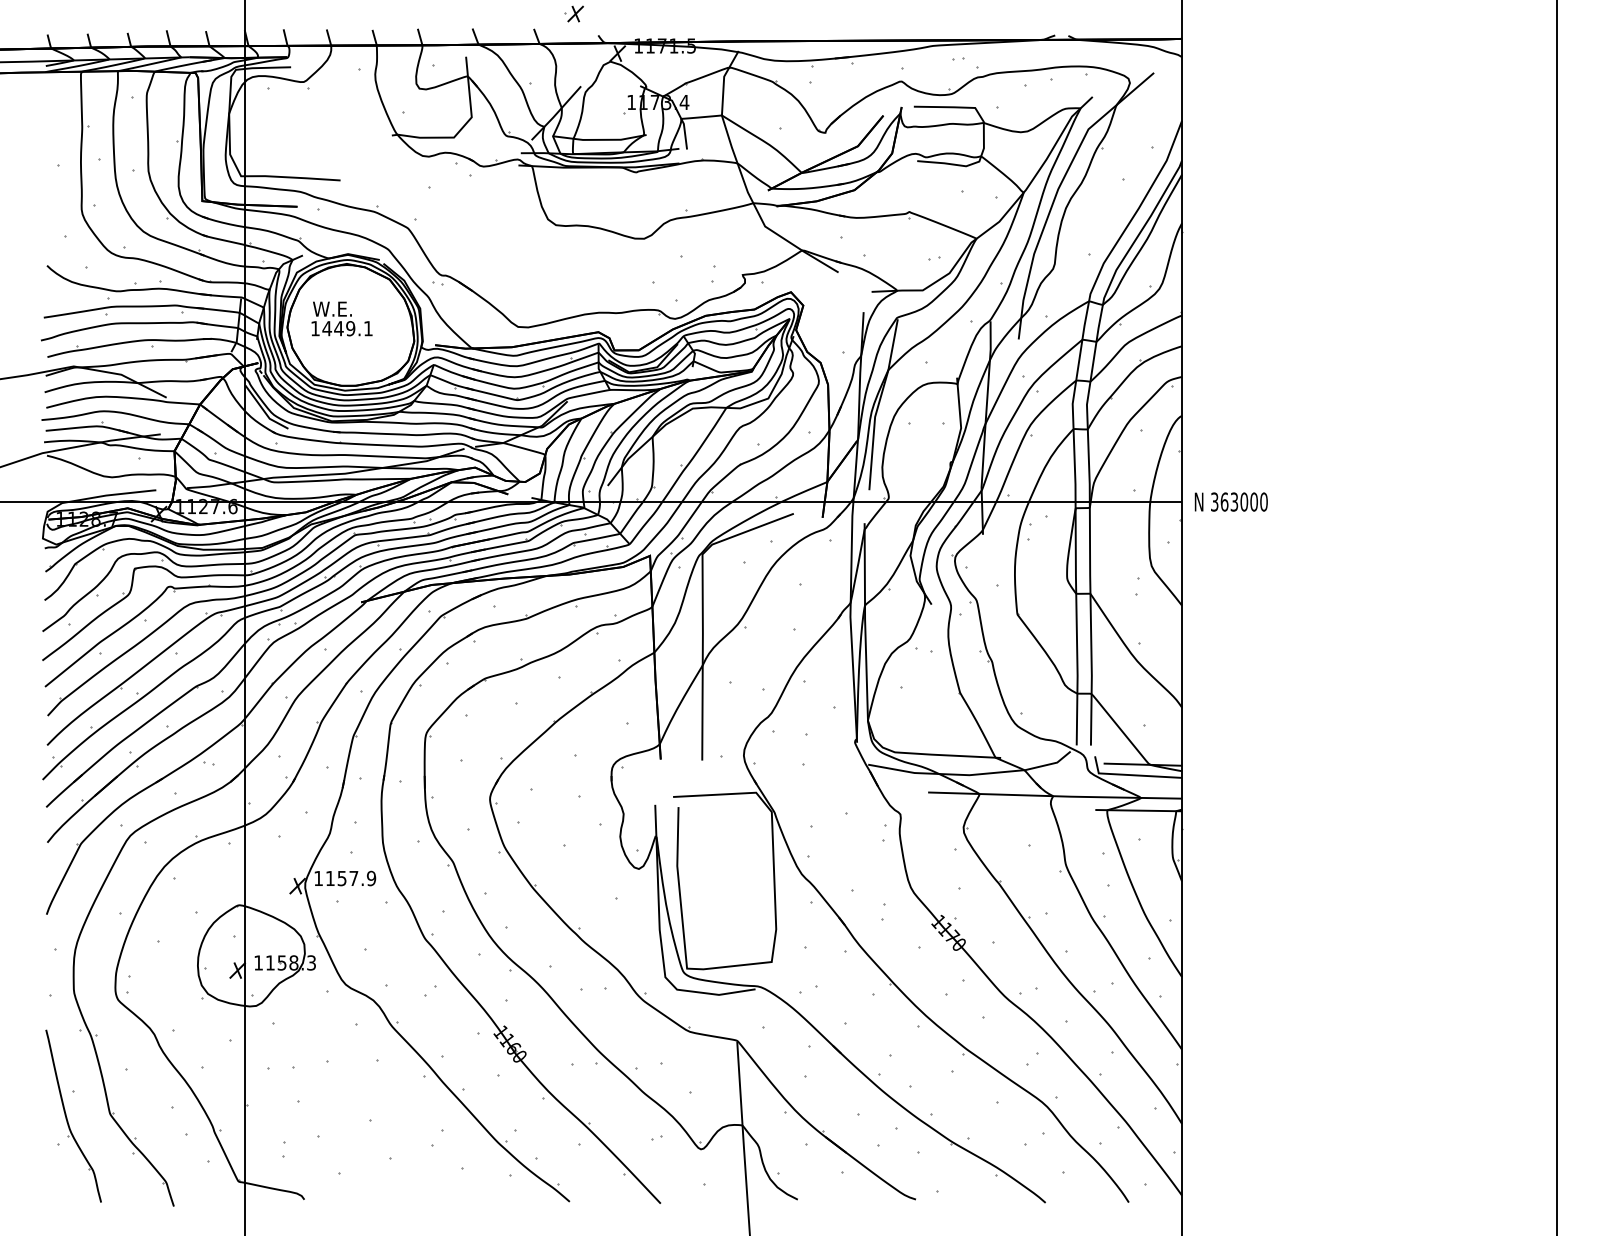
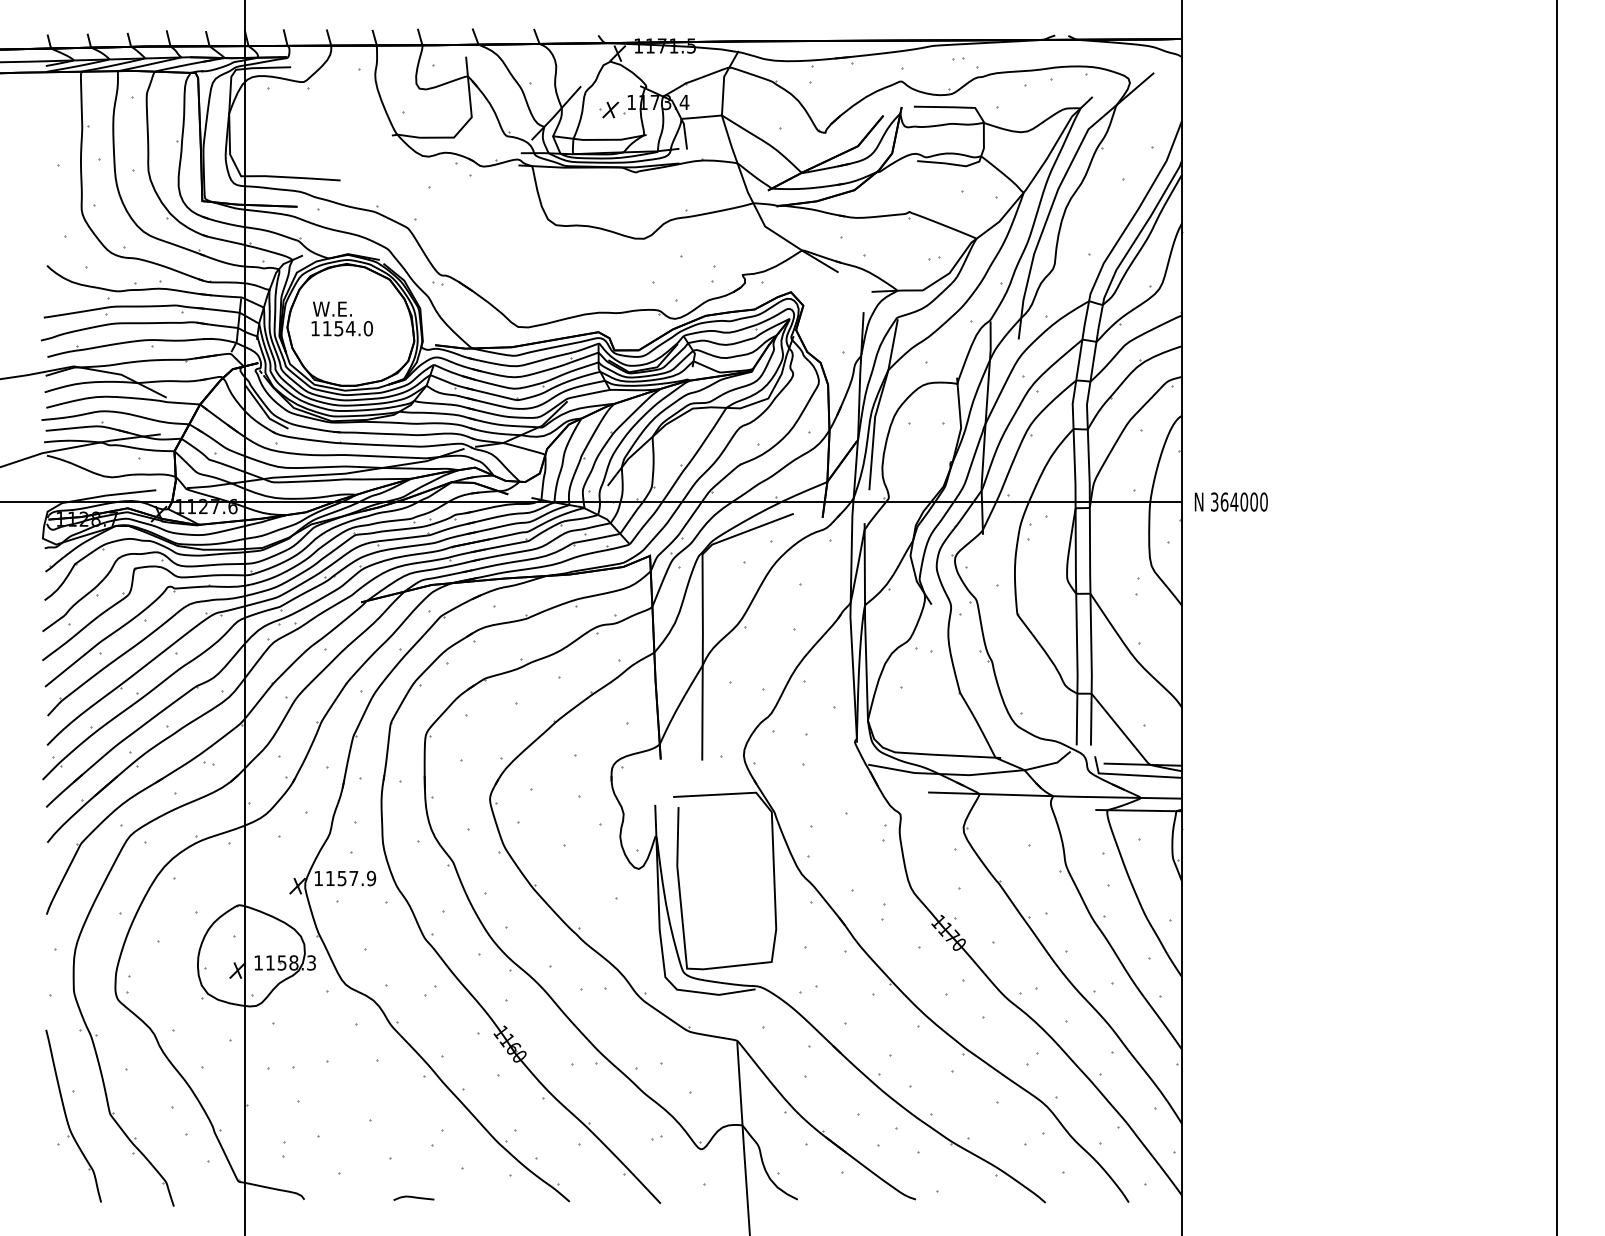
part at (573, 13) position: (573, 13) -> (608, 109)
text at (347, 328): 1449.1 -> 1154.0
text at (1234, 501): 363000 -> 364000
curve at (413, 1197): none -> present
